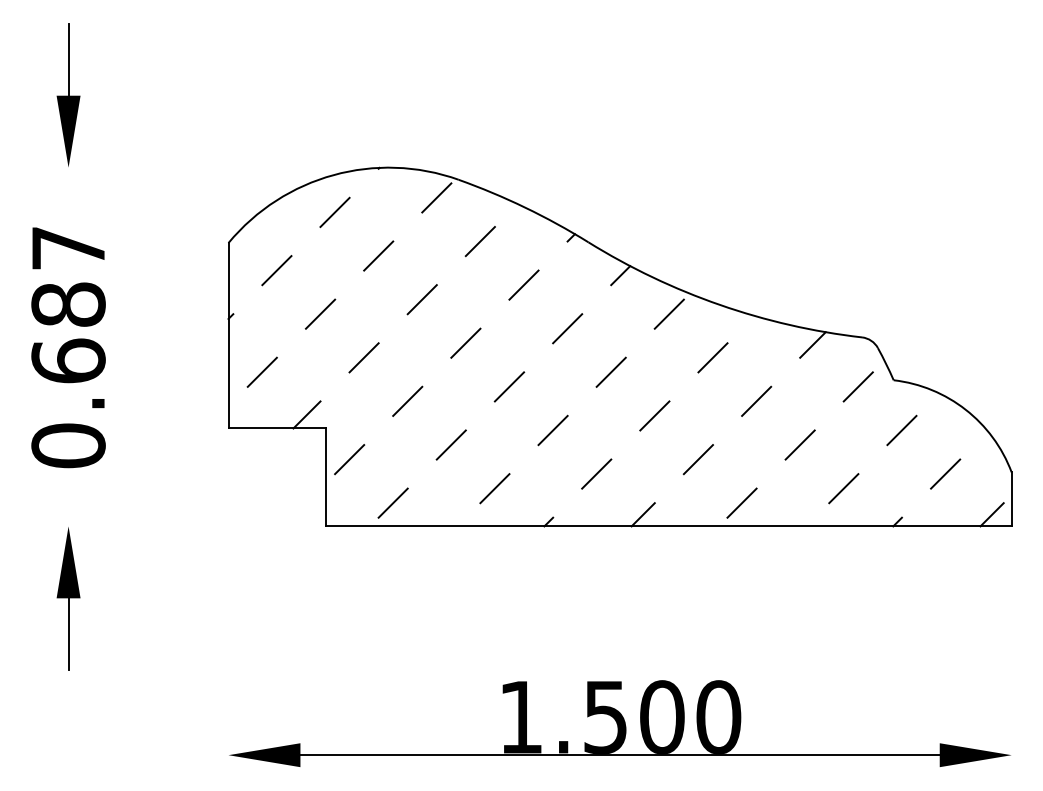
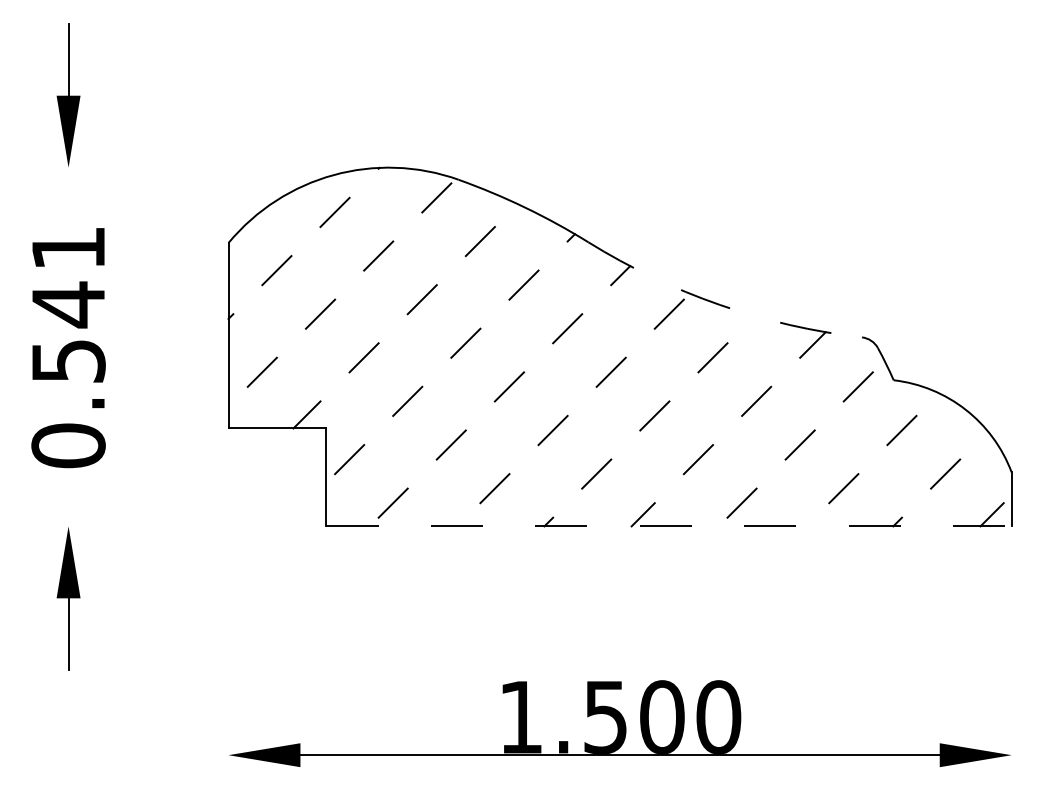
arc at (719, 304): solid -> dashed
text at (68, 305): 0.687 -> 0.541
line at (669, 526): solid -> dashed
